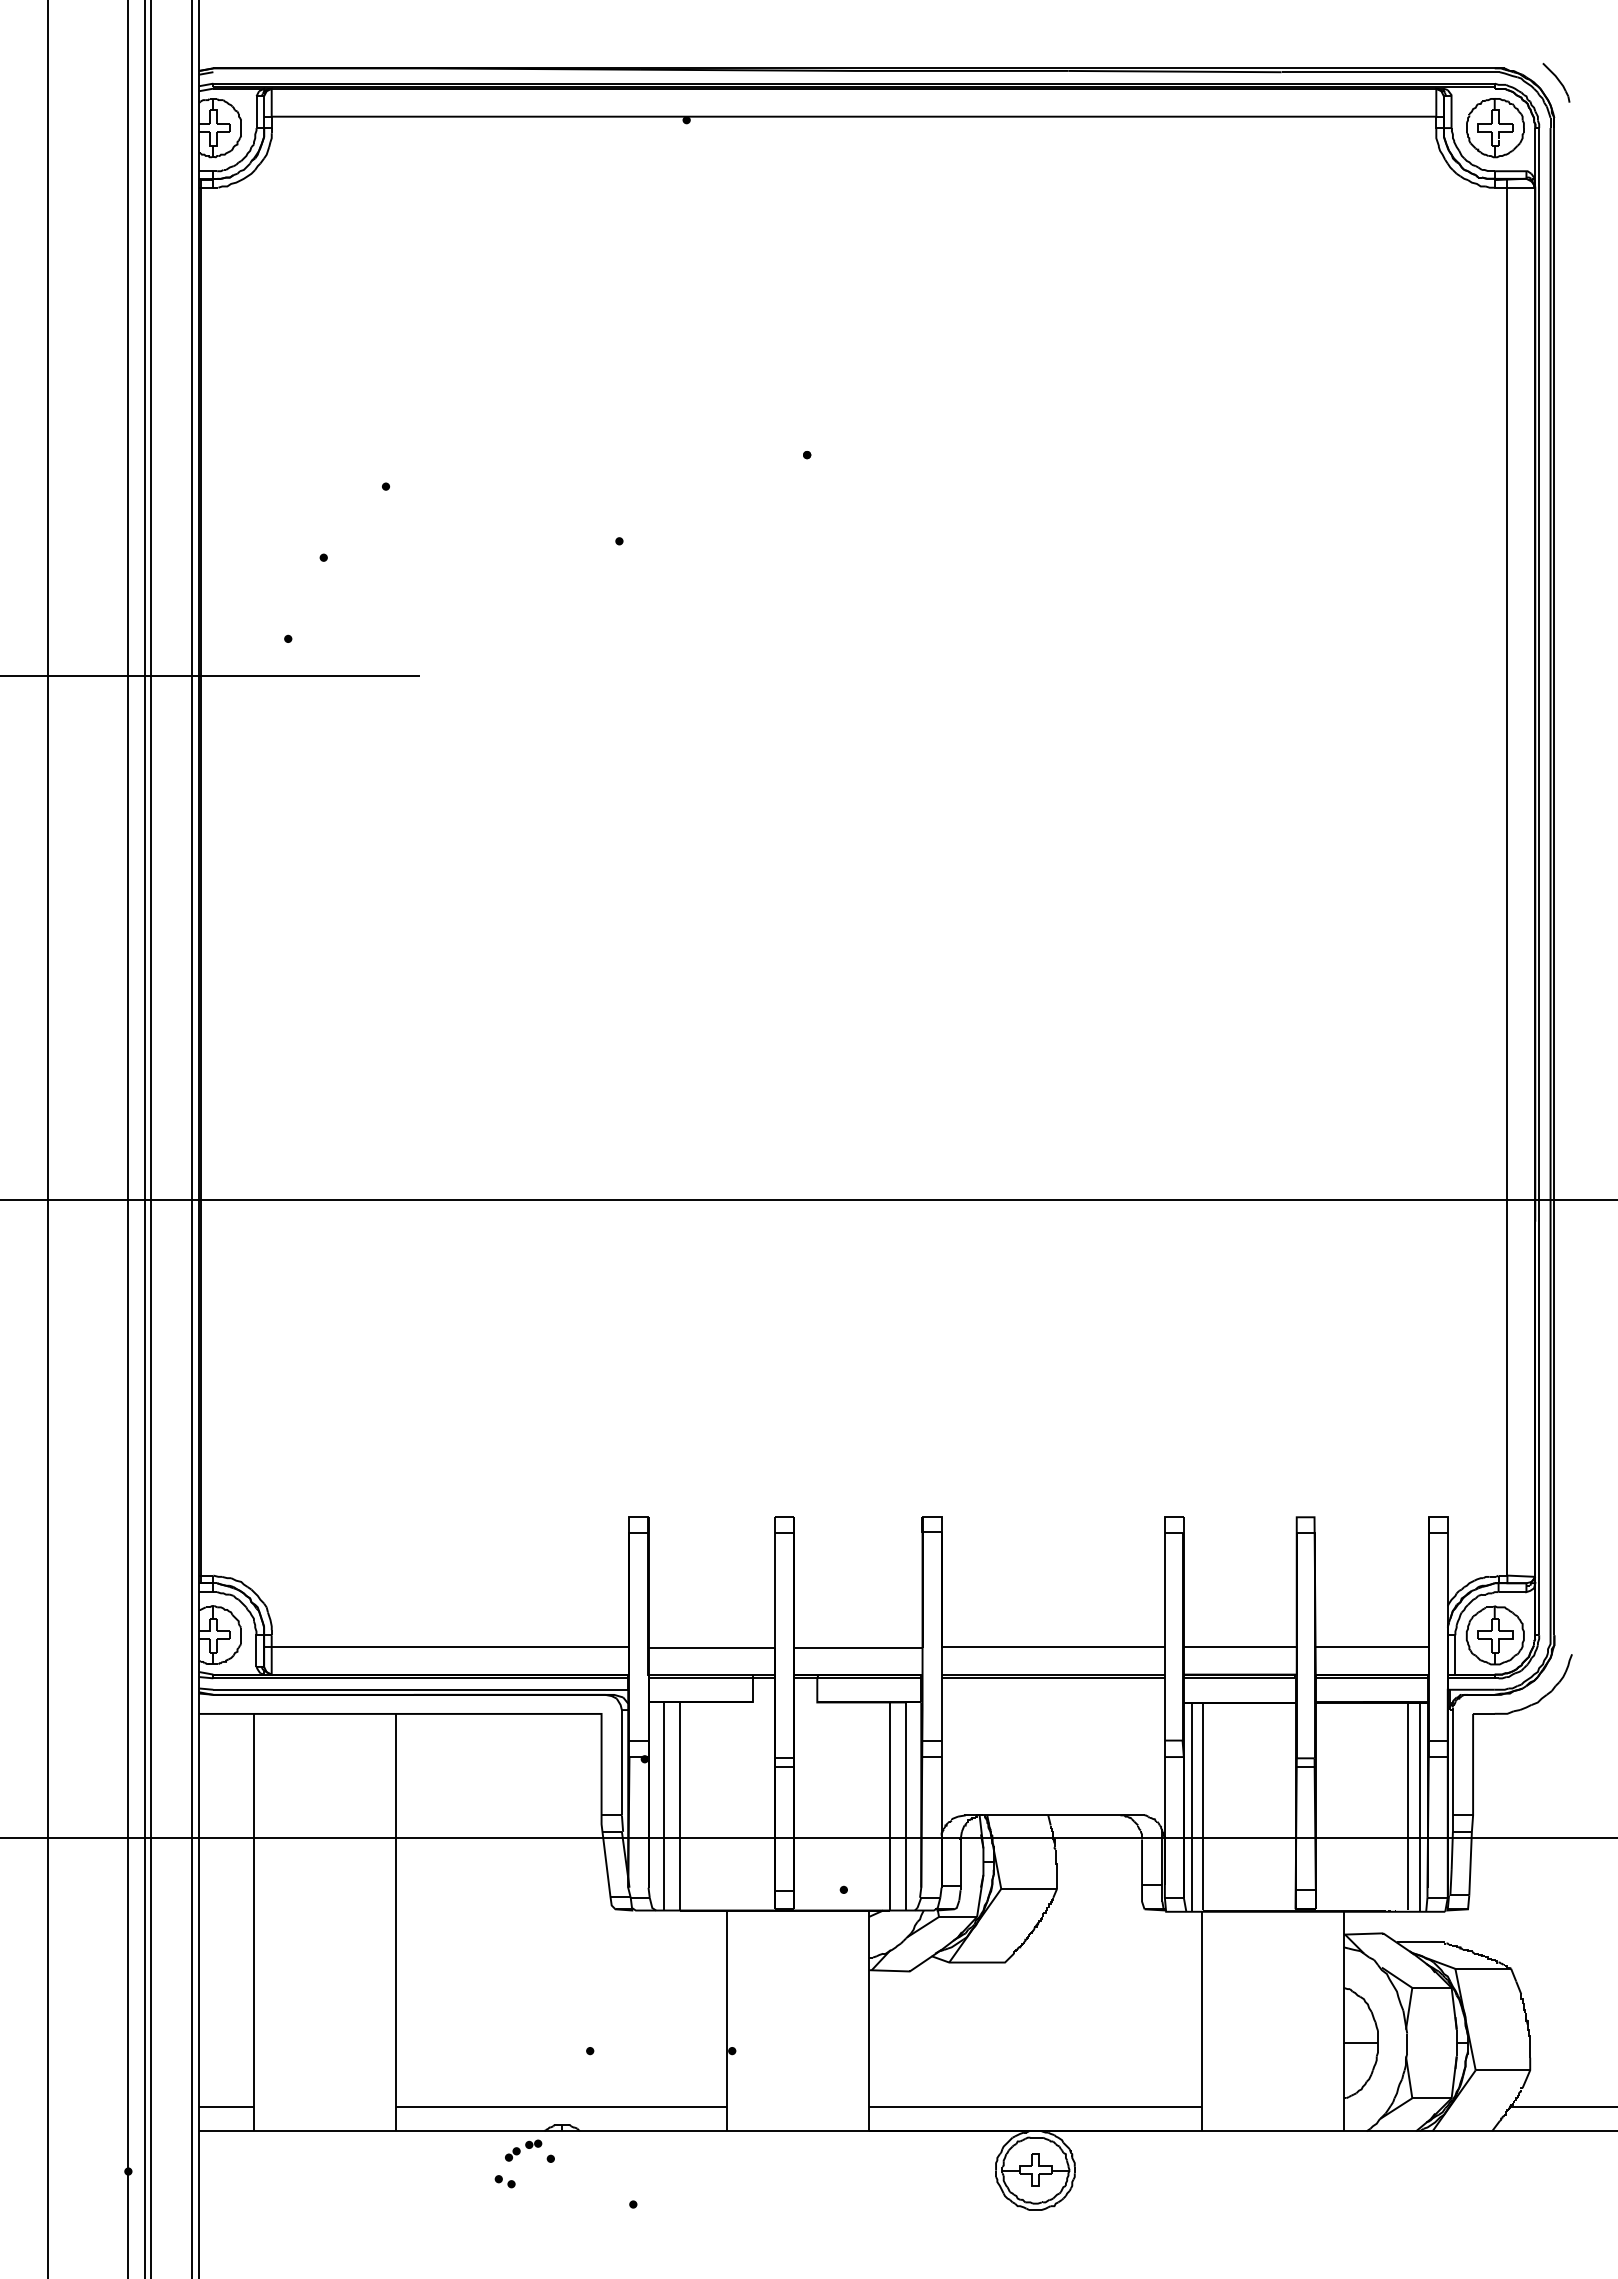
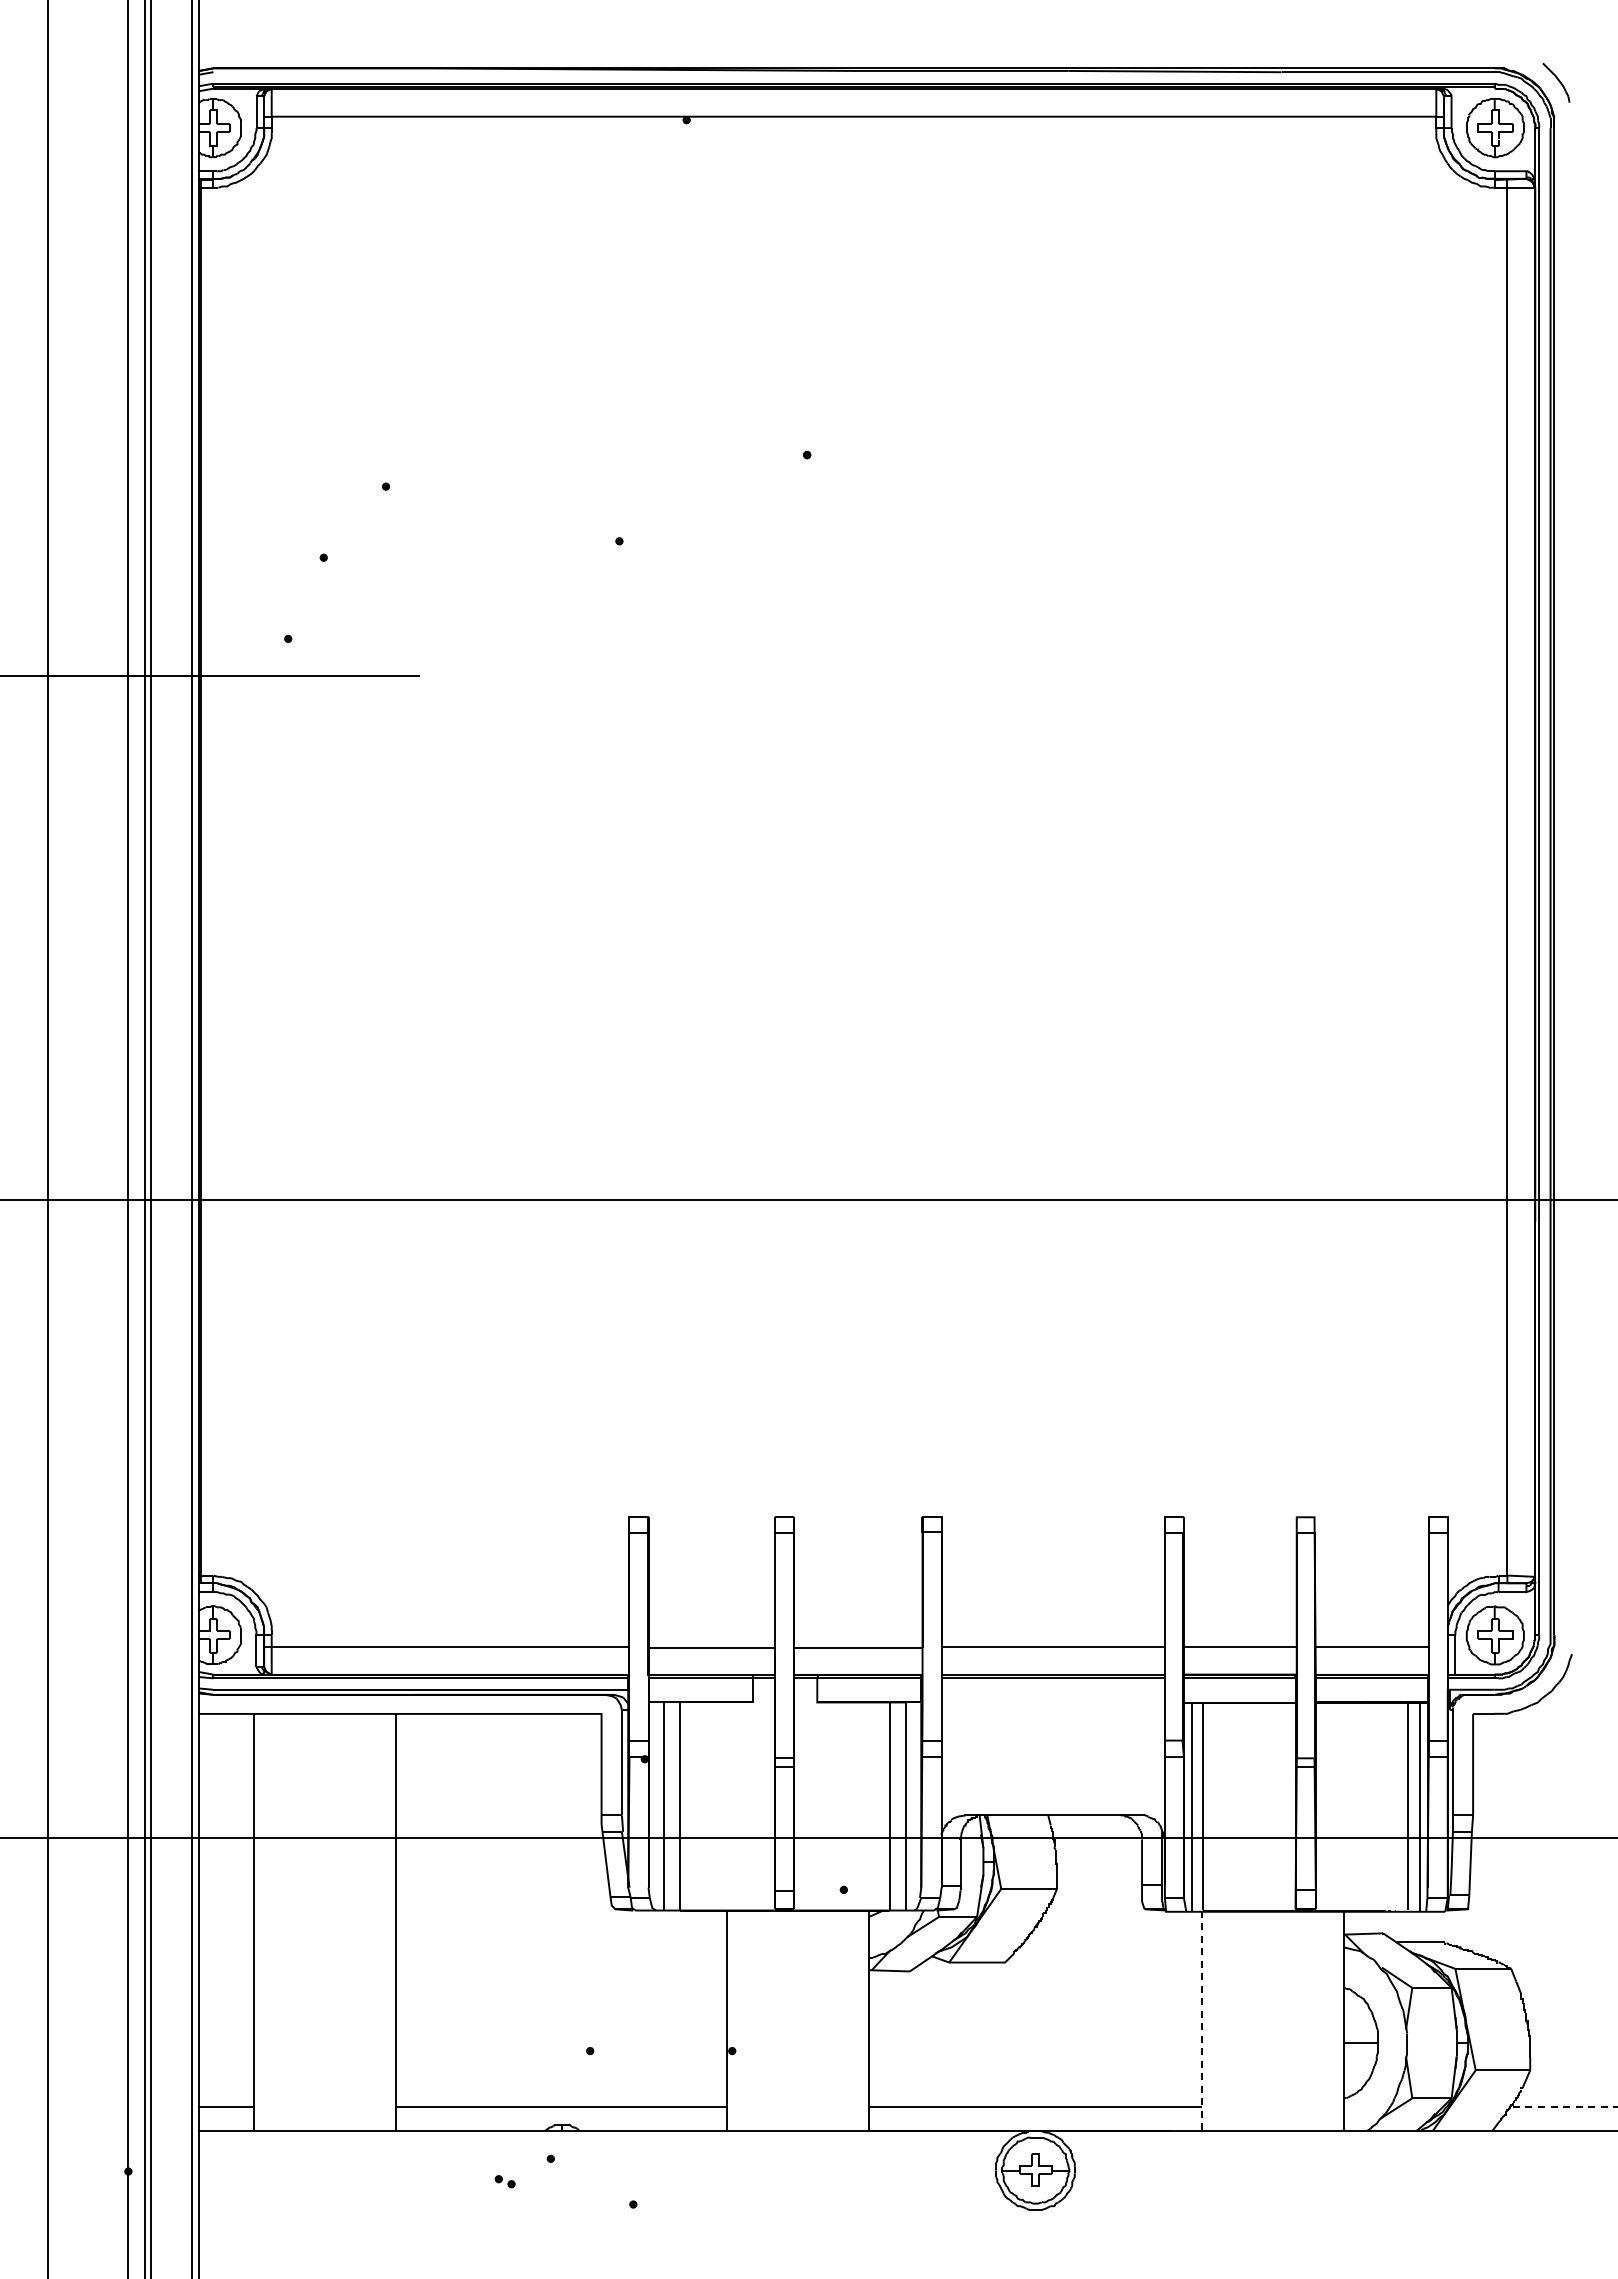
line at (1201, 2021): solid -> dashed
line at (1563, 2107): solid -> dashed
part at (523, 2150): present -> none
